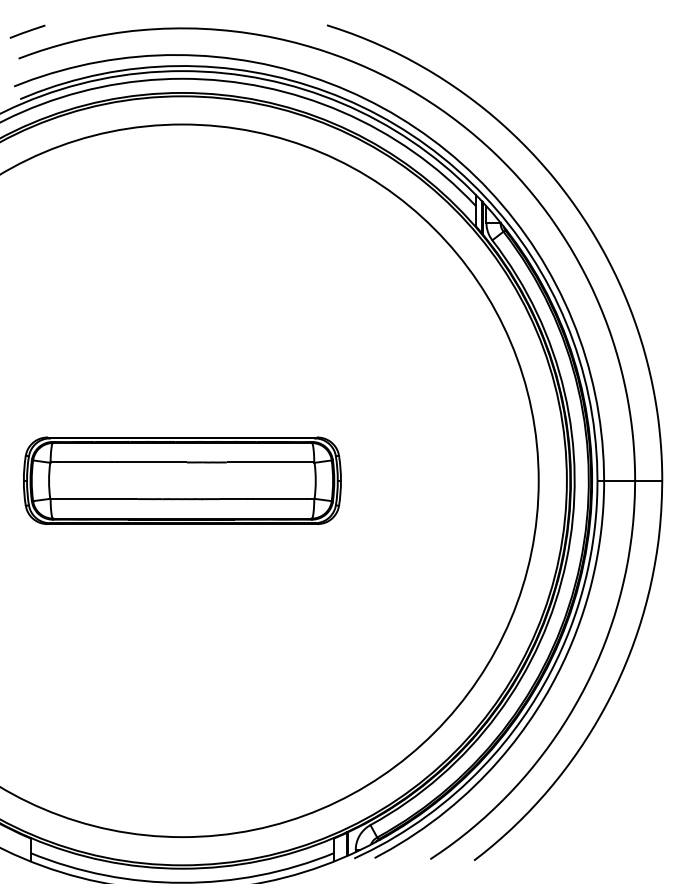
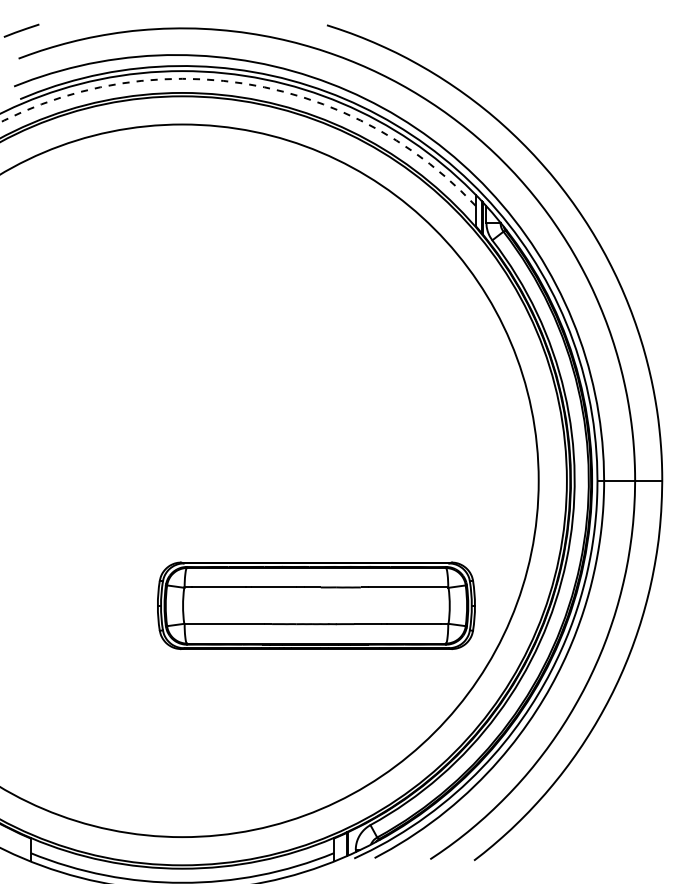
line at (27, 31) position: (27, 31) -> (21, 30)
arc at (251, 84): solid -> dashed
part at (182, 480) position: (182, 480) -> (316, 605)
